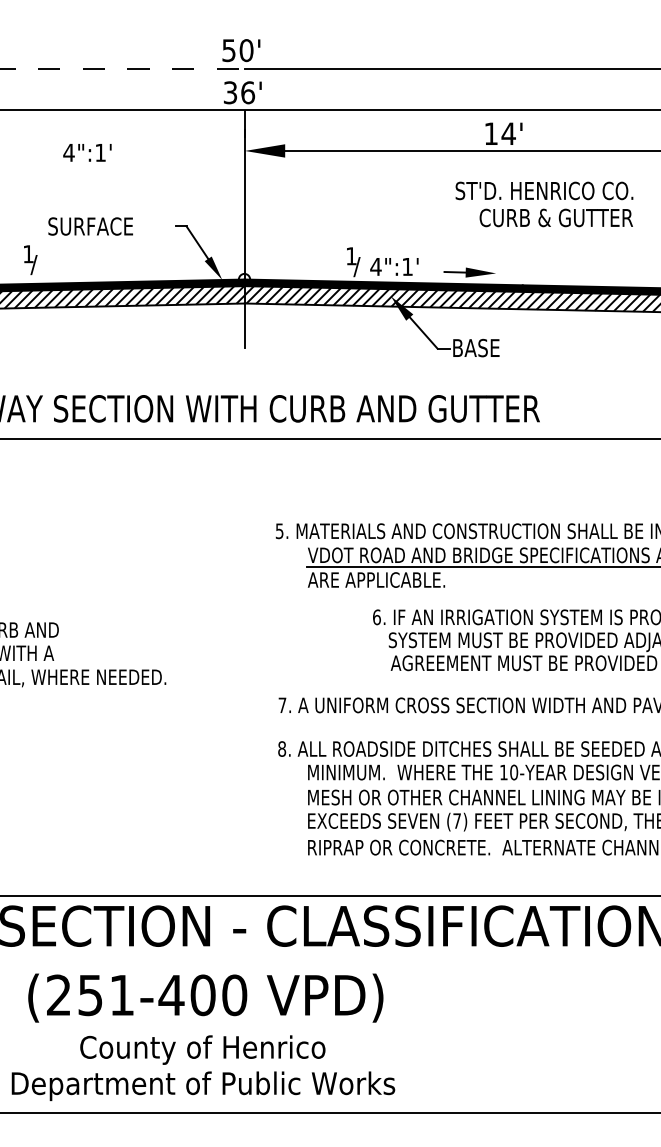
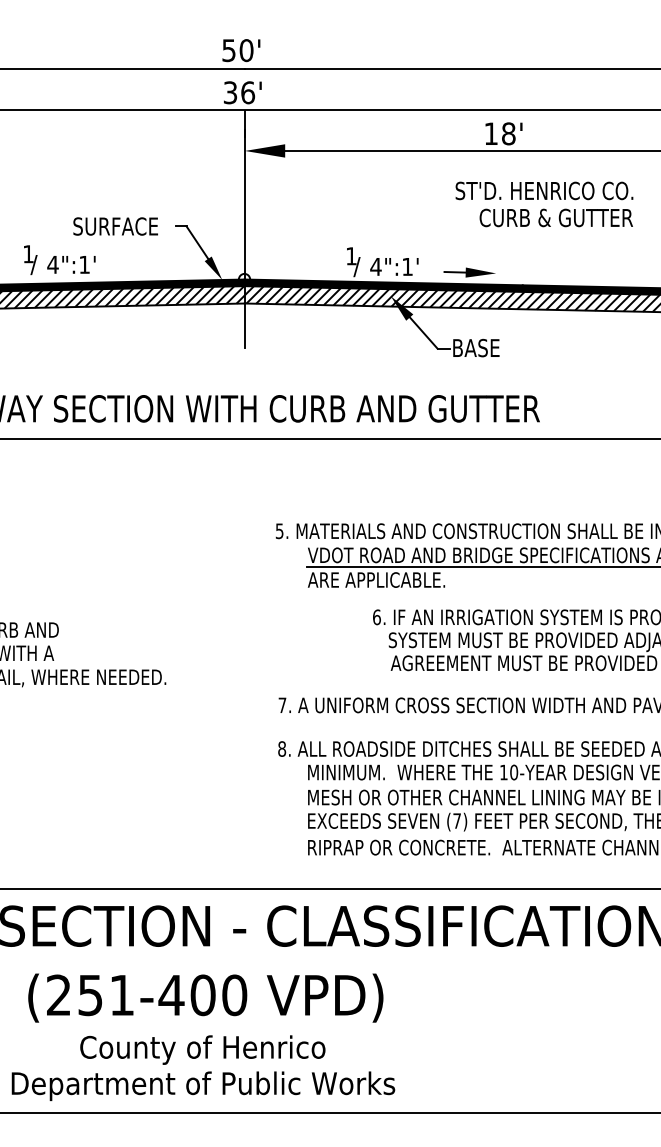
line at (122, 69): dashed -> solid
text at (508, 133): 14' -> 18'
text at (87, 152) position: (87, 152) -> (71, 264)
text at (90, 226) position: (90, 226) -> (115, 226)
line at (329, 896) position: (329, 896) -> (329, 889)
